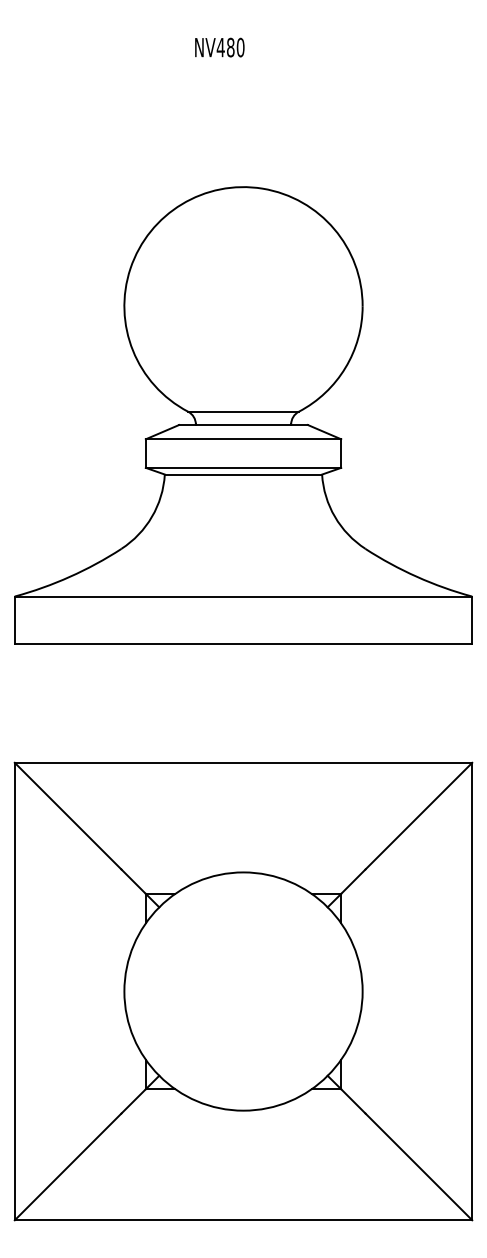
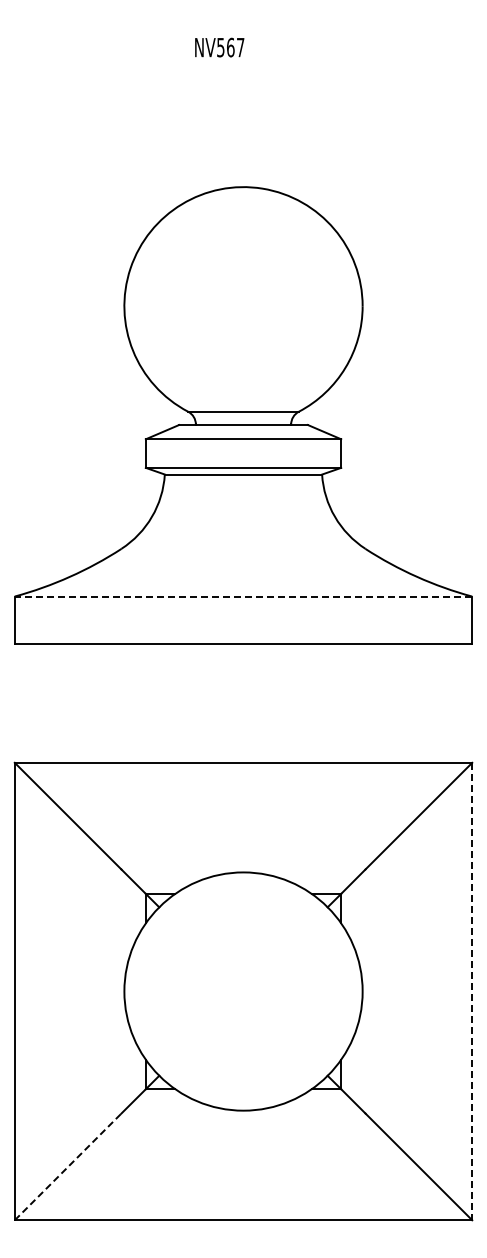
text at (230, 47): NV480 -> NV567
line at (243, 596): solid -> dashed
line at (472, 991): solid -> dashed
line at (68, 1166): solid -> dashed
